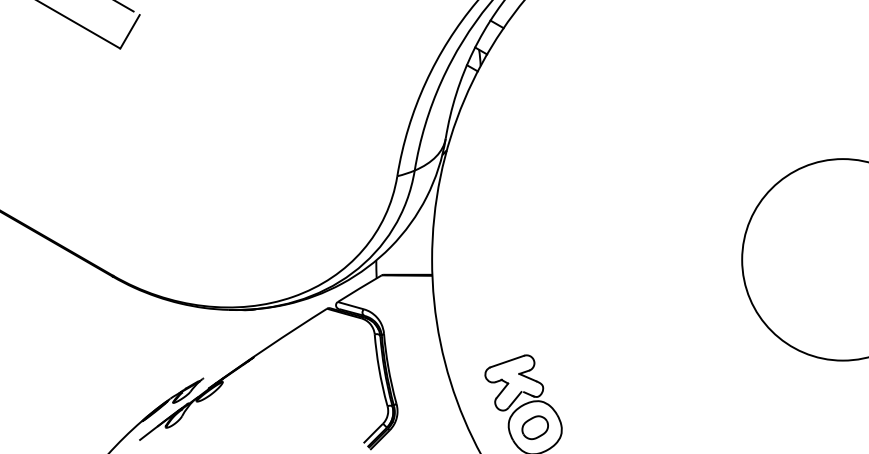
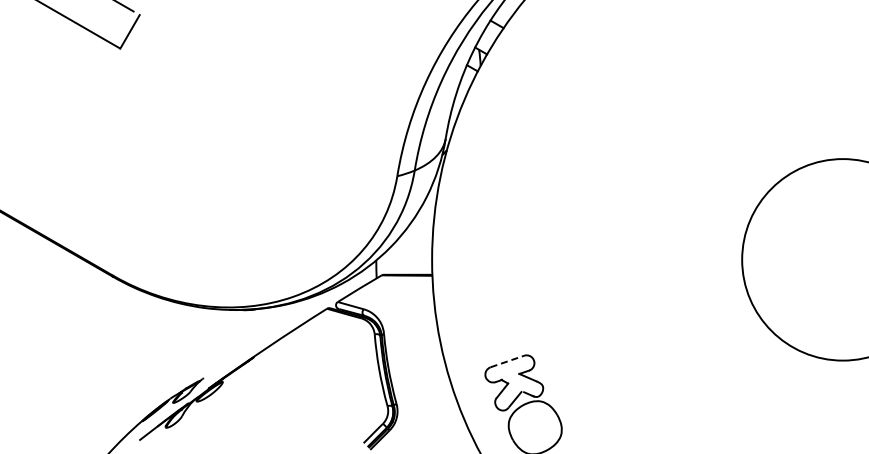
line at (507, 361): solid -> dashed
part at (534, 427): present -> none
